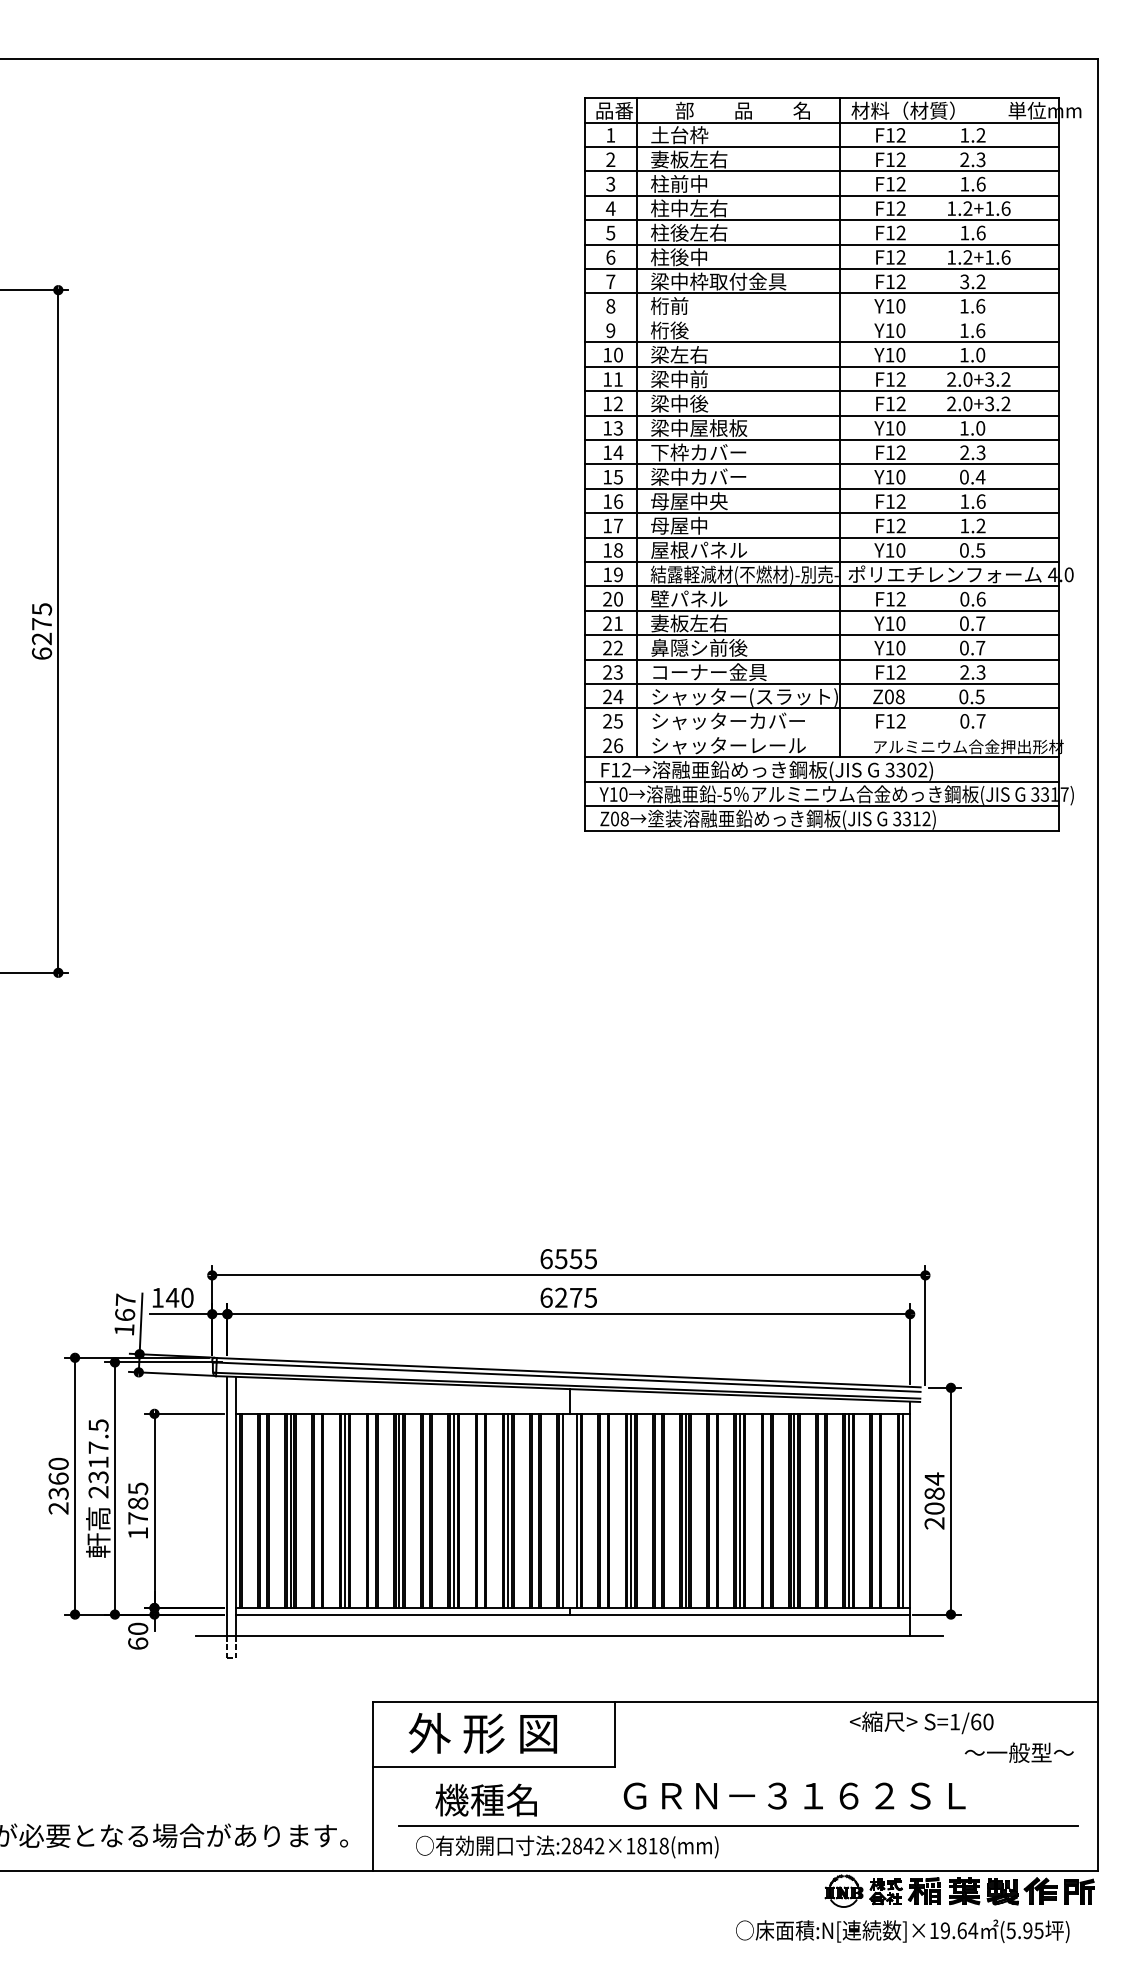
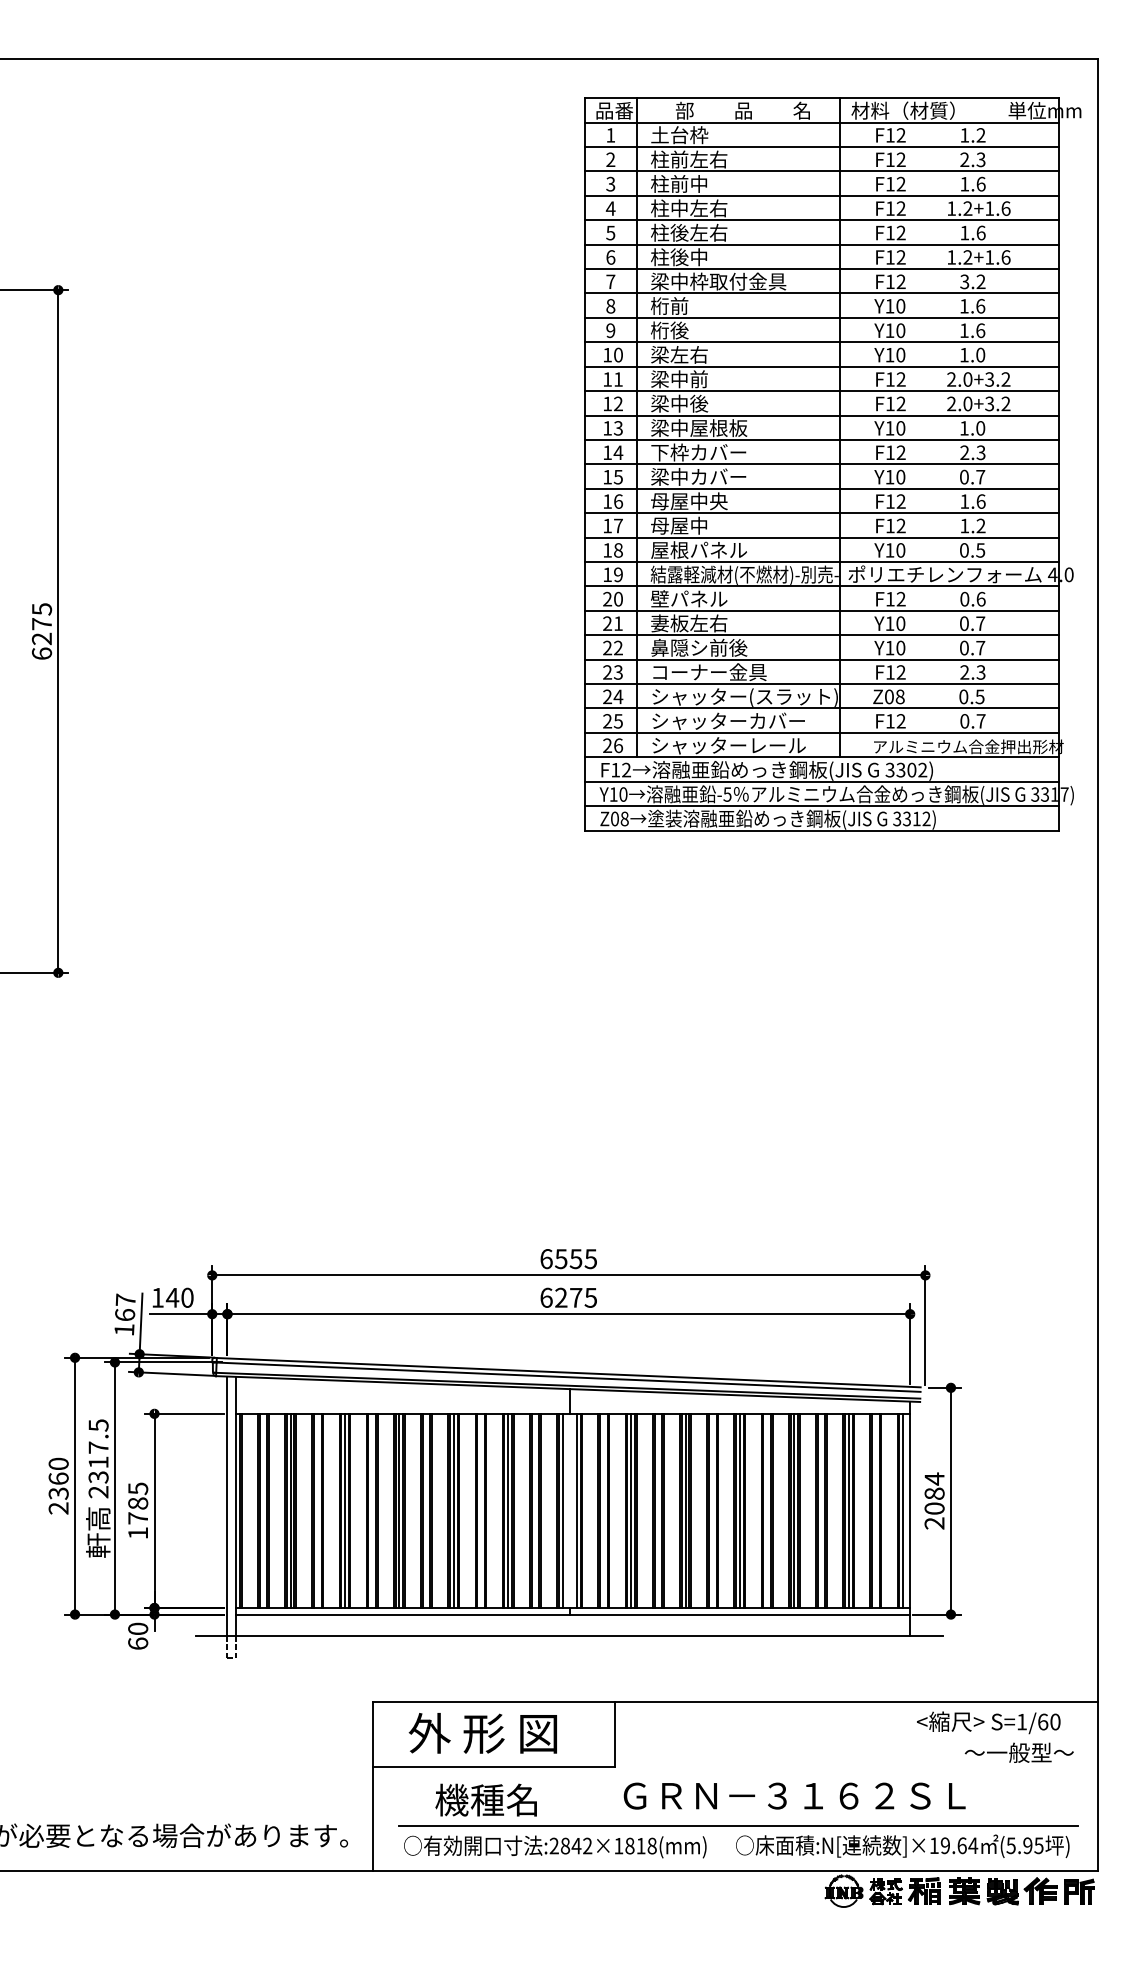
text at (669, 159): 妻板左右 -> 柱前左右
line at (821, 317): none -> present
text at (980, 477): 0.4 -> 0.7
line at (821, 732): none -> present
text at (921, 1722) position: (921, 1722) -> (988, 1722)
text at (567, 1846) position: (567, 1846) -> (555, 1846)
text at (902, 1931) position: (902, 1931) -> (902, 1846)
